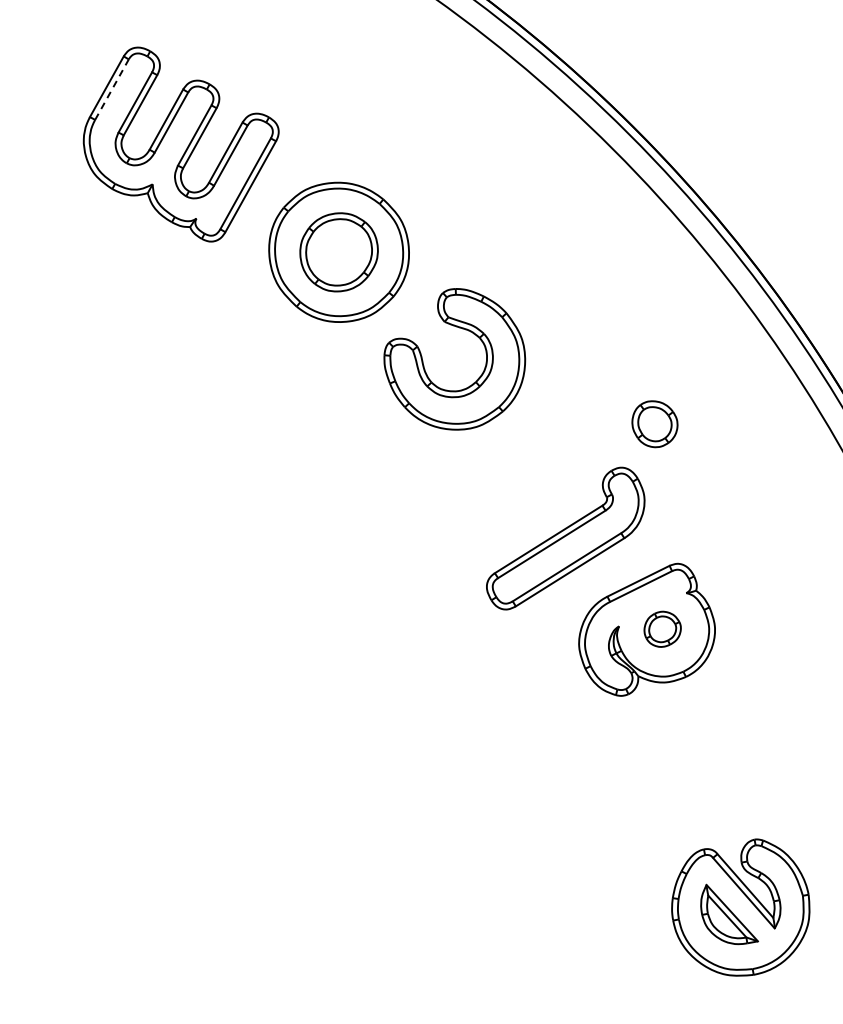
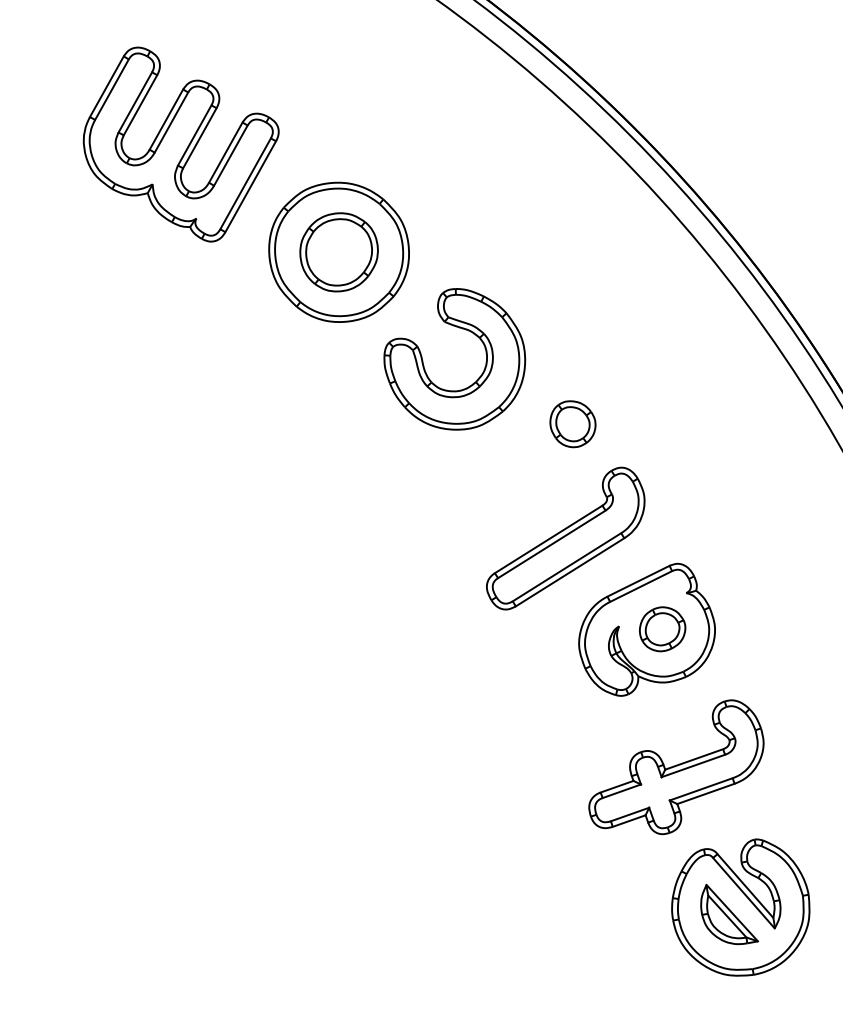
line at (112, 89): dashed -> solid
part at (654, 424) position: (654, 424) -> (572, 424)
part at (662, 628) size: 39x38 px -> 48x47 px
part at (676, 767): none -> present
